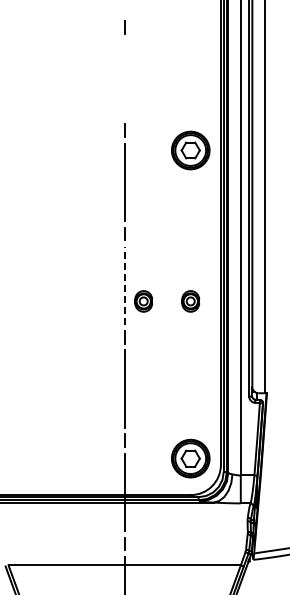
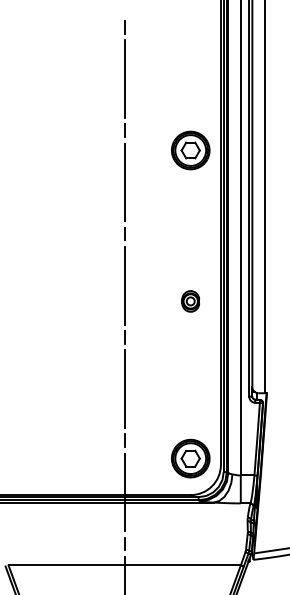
line at (124, 78): none -> present
line at (124, 285): dashed -> solid
part at (143, 301): present -> none
